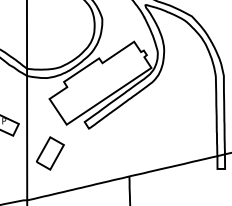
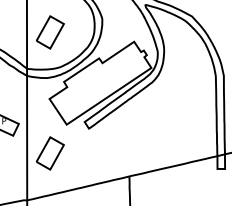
part at (50, 32): none -> present
